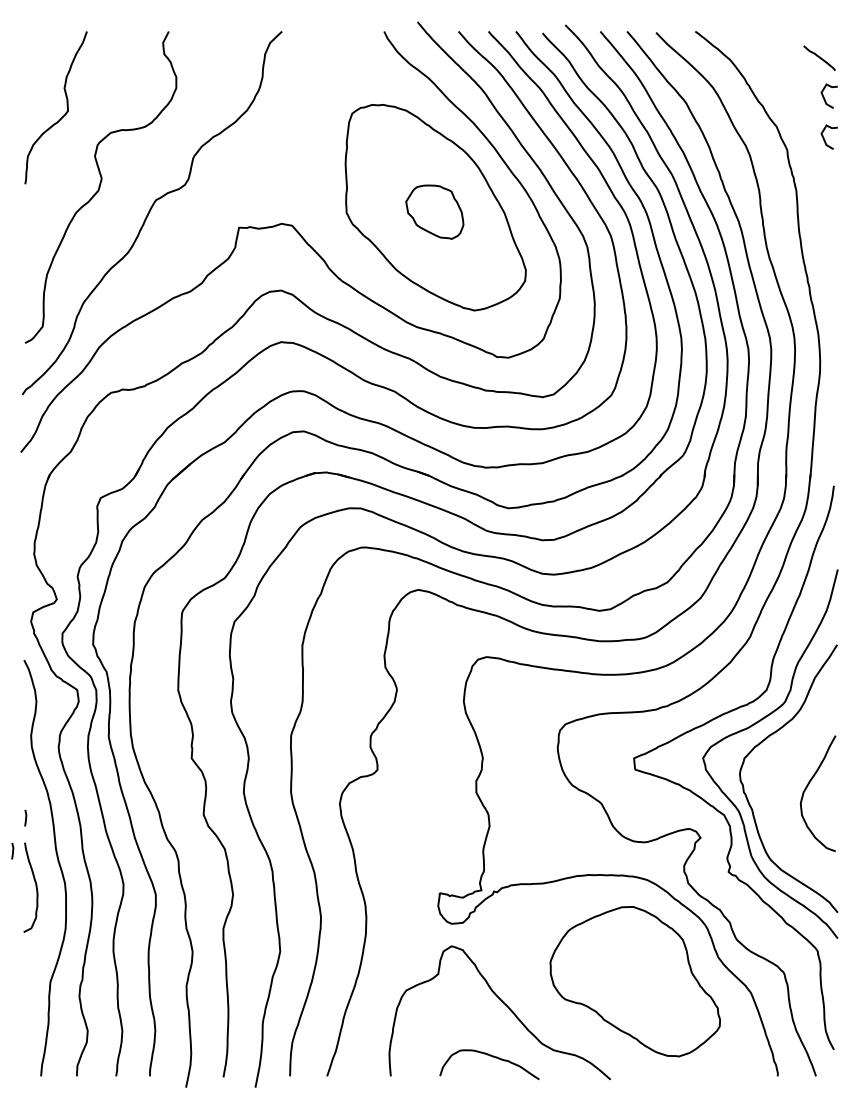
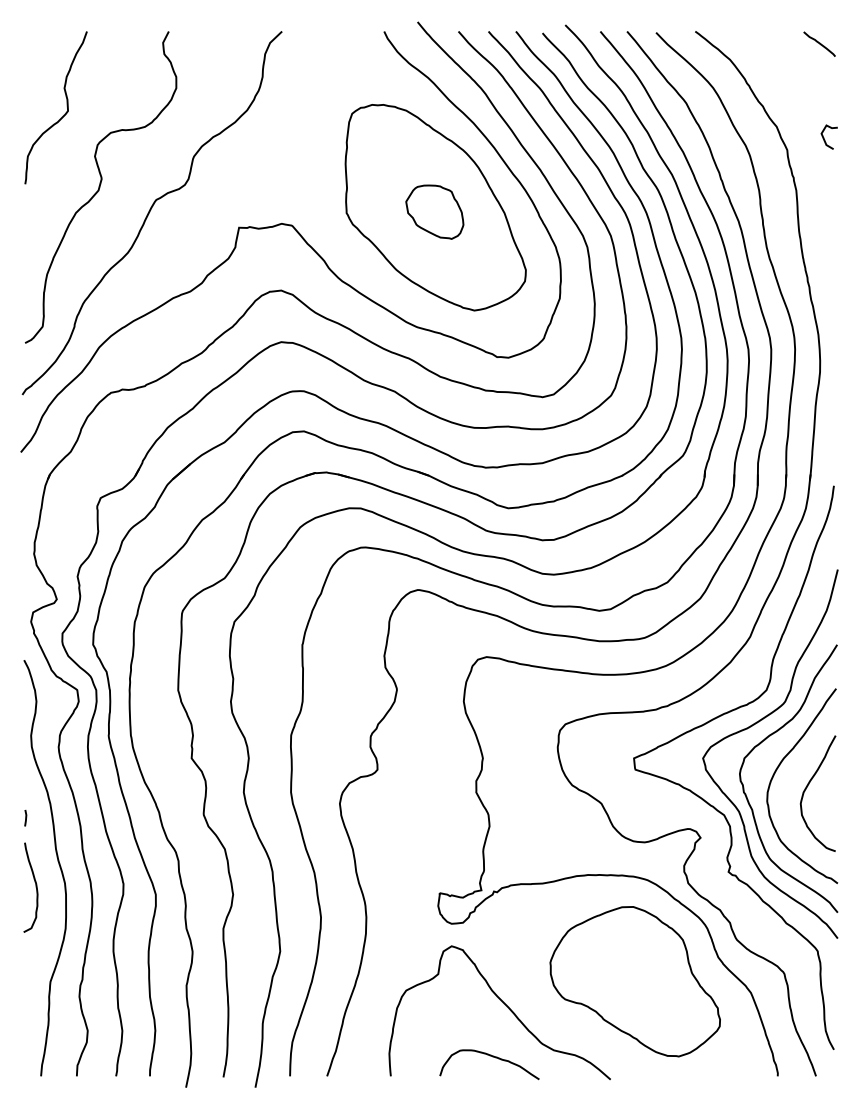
line at (819, 57) position: (819, 57) -> (819, 43)
curve at (824, 96): present -> none
curve at (777, 770): none -> present
line at (12, 851): present -> none
